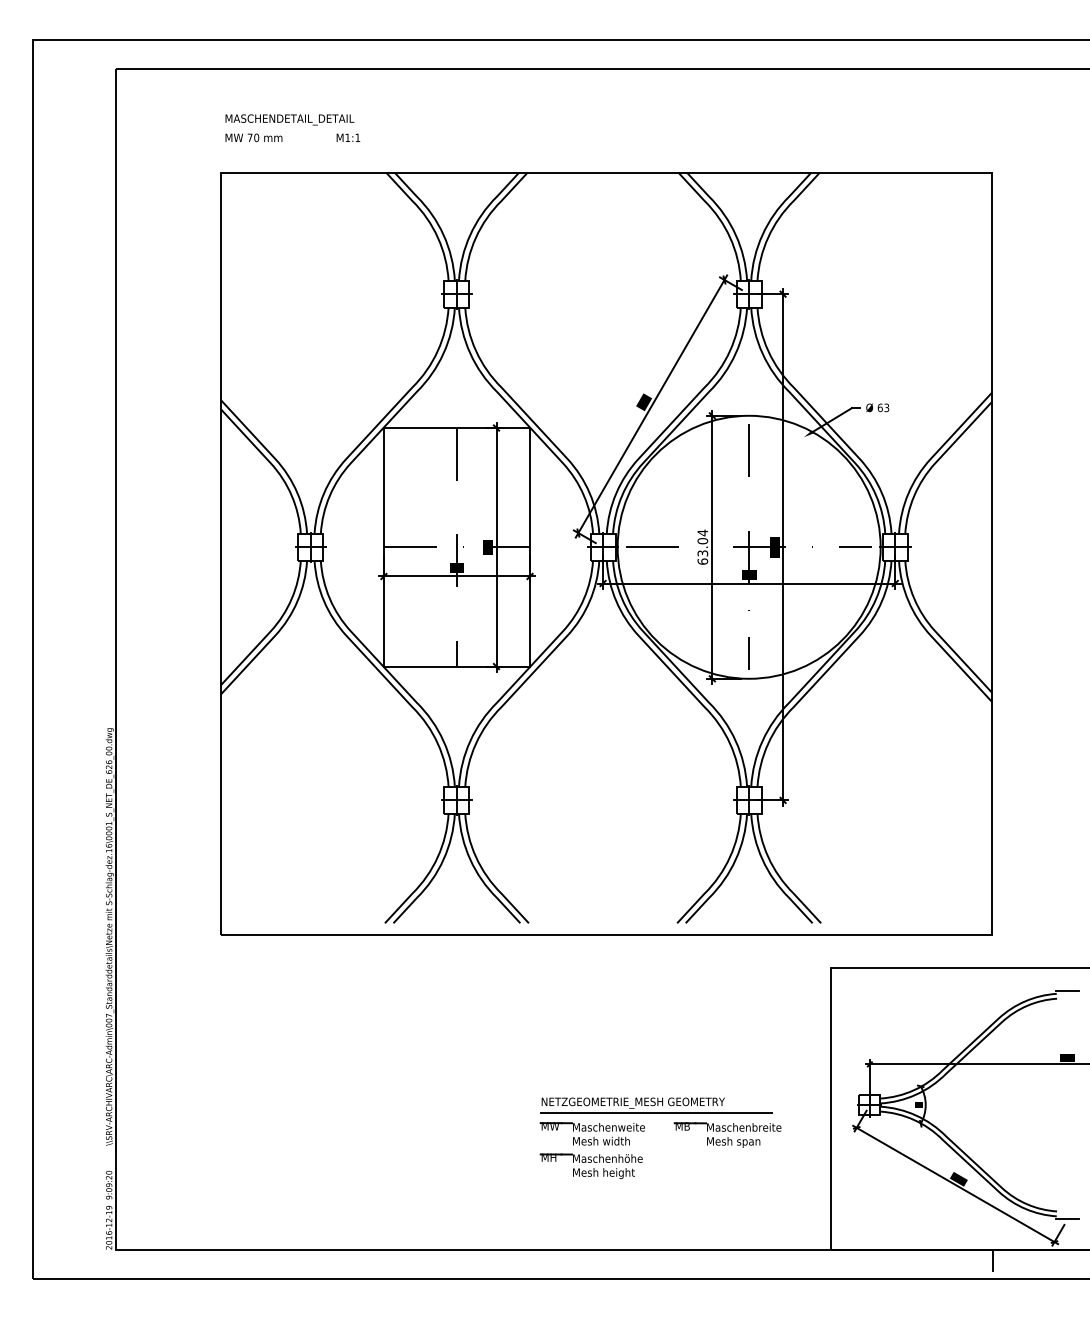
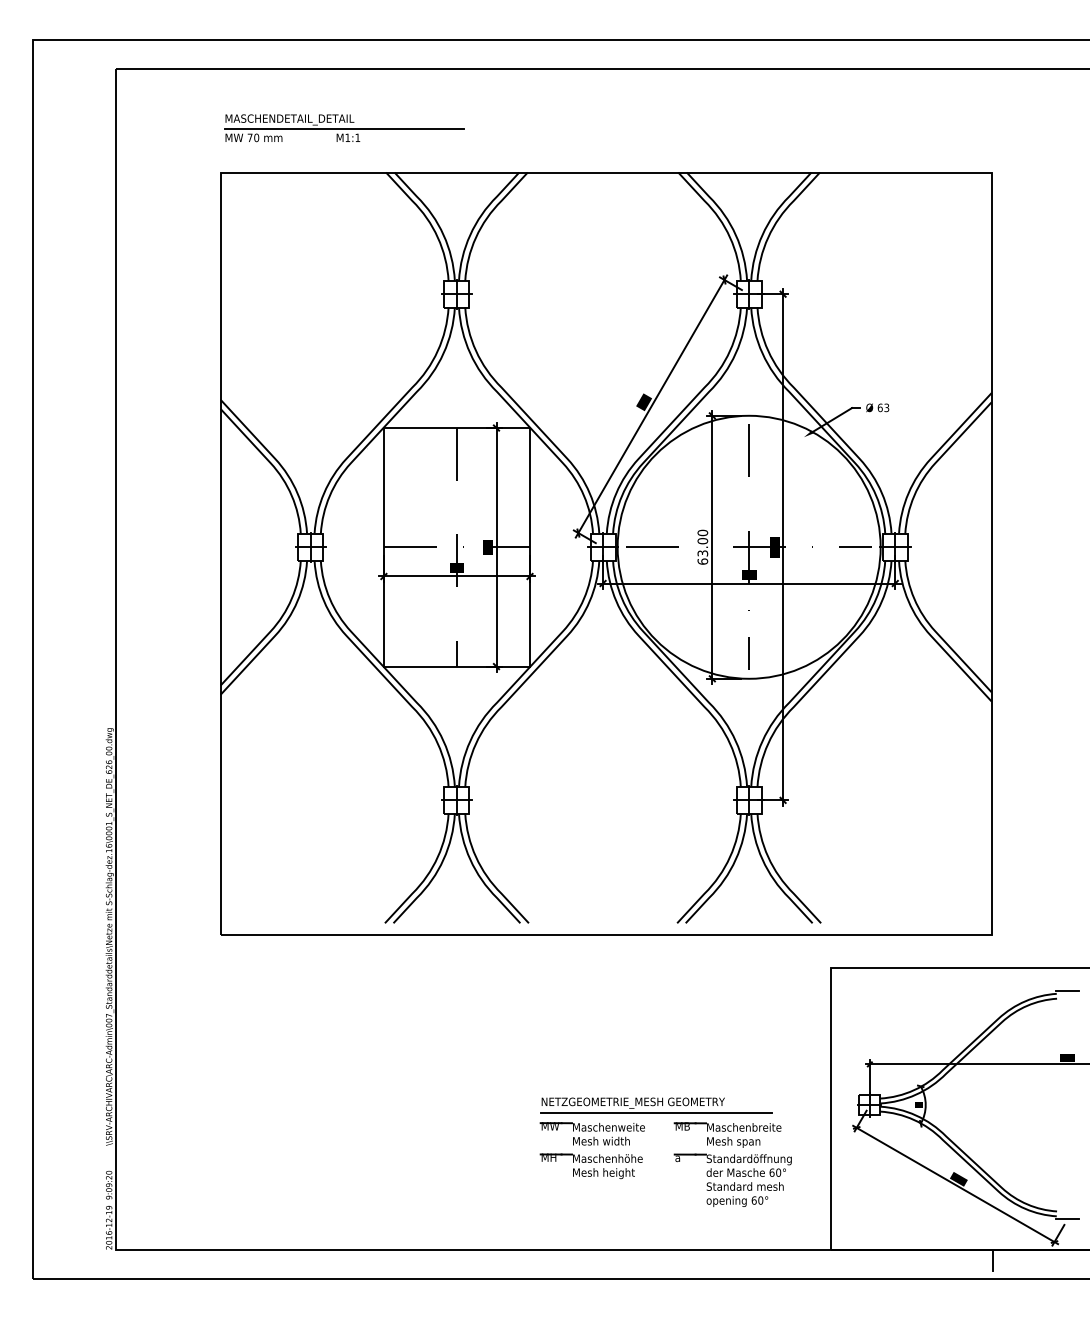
line at (344, 129): none -> present
text at (702, 532): 63.04 -> 63.00
part at (732, 1179): none -> present
